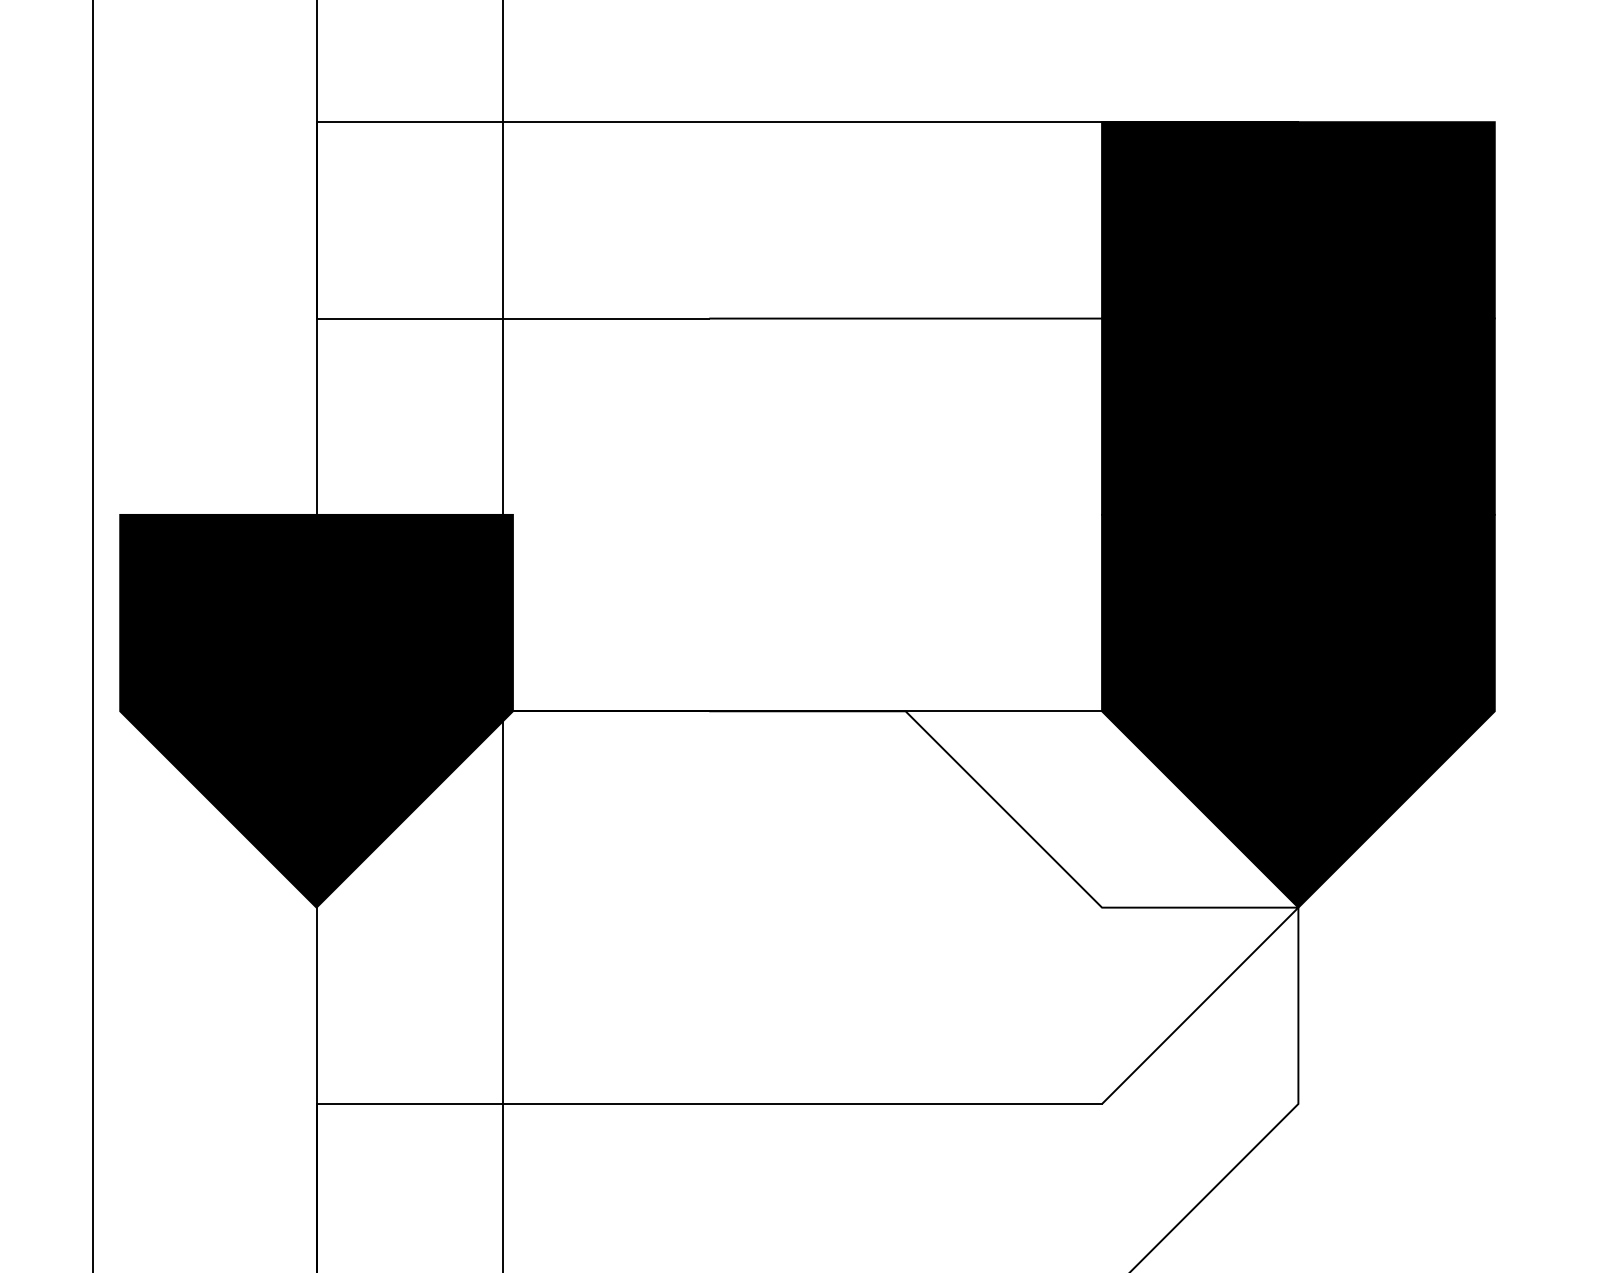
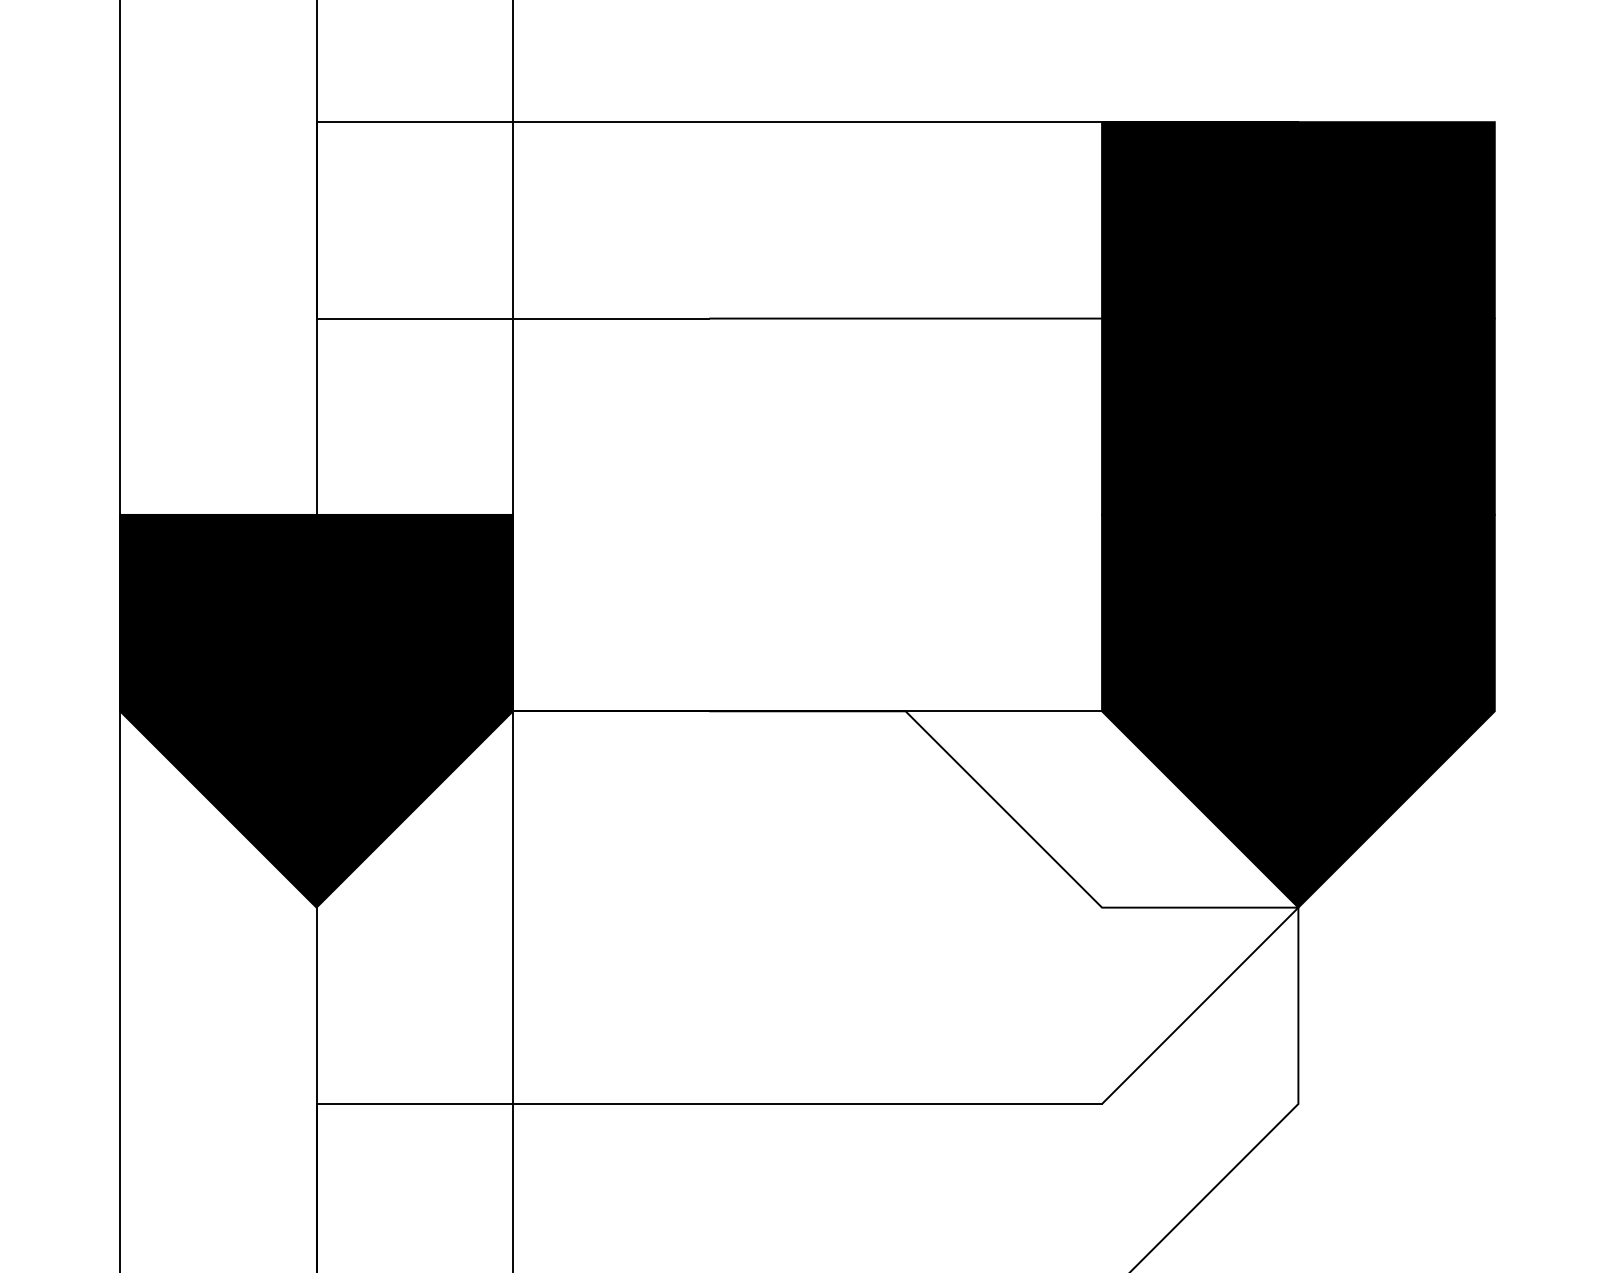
line at (93, 635) position: (93, 635) -> (120, 635)
line at (502, 635) position: (502, 635) -> (512, 635)
